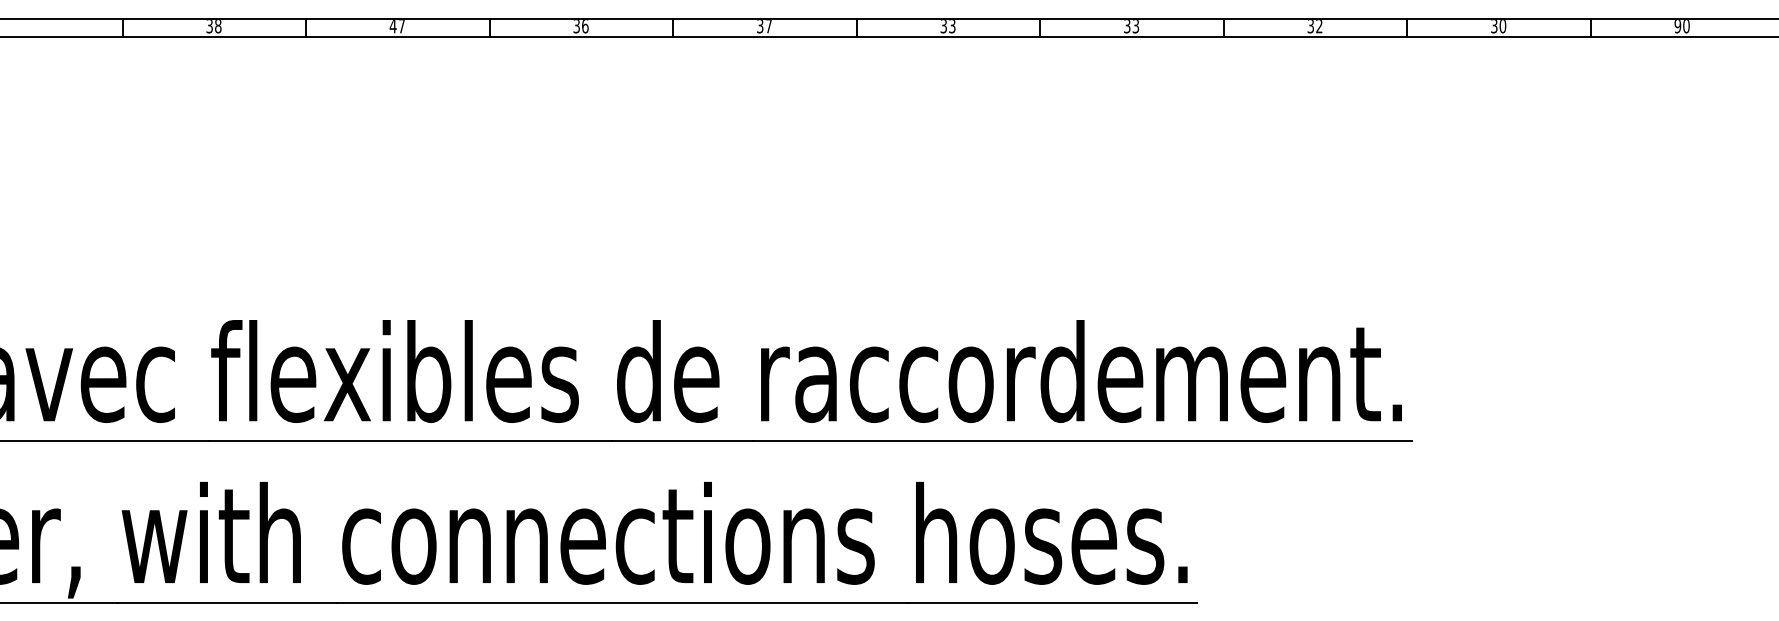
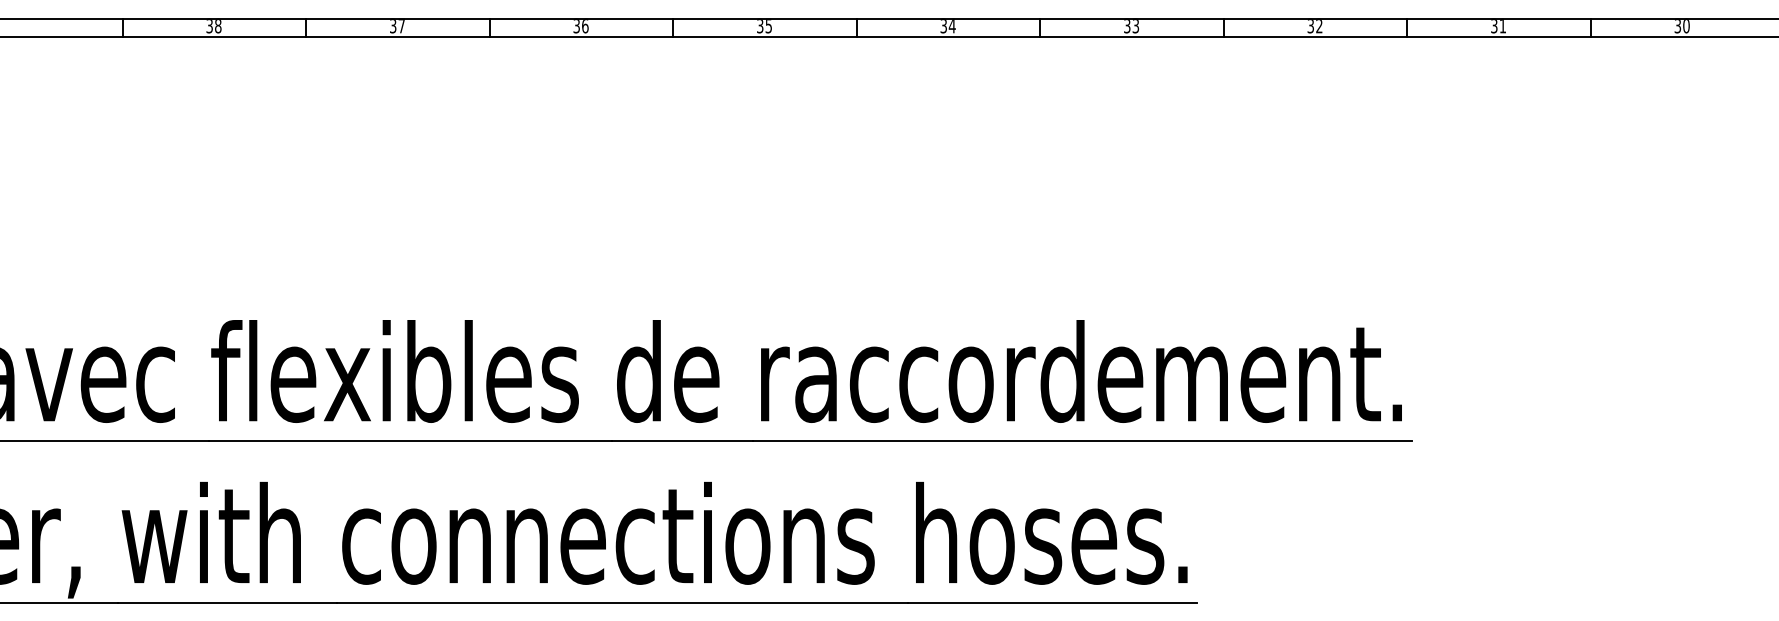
text at (392, 26): 47 -> 37
text at (768, 26): 37 -> 35
text at (951, 26): 33 -> 34
text at (1502, 26): 30 -> 31
text at (1677, 26): 90 -> 30
